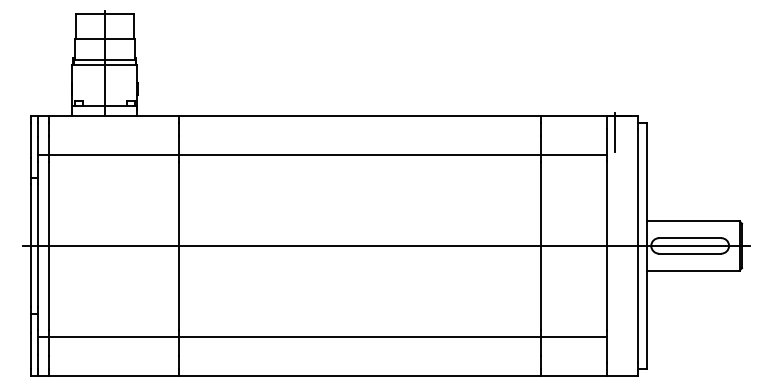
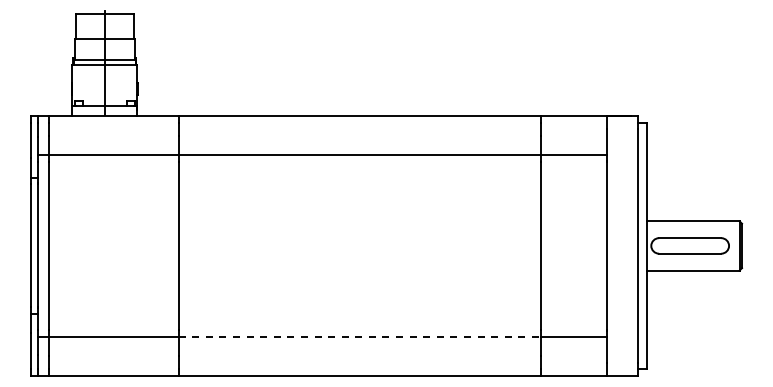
line at (615, 131): present -> none
line at (386, 245): present -> none
line at (360, 336): solid -> dashed
